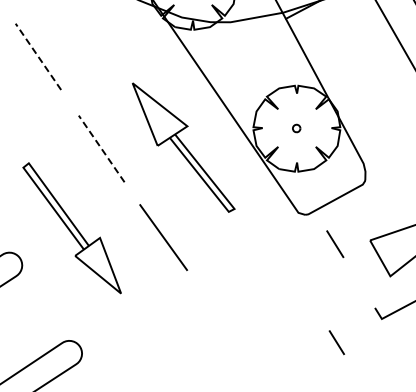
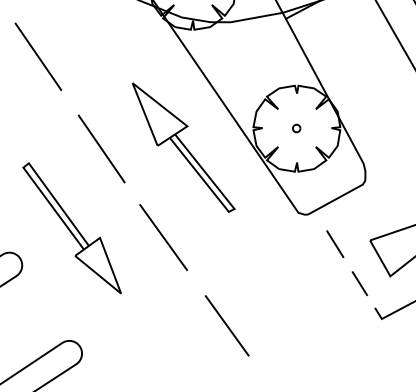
line at (38, 56): dashed -> solid
line at (101, 148): dashed -> solid
line at (226, 325): none -> present
line at (336, 342) position: (336, 342) -> (359, 283)
